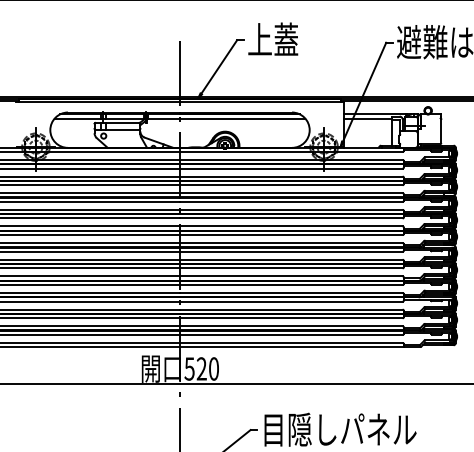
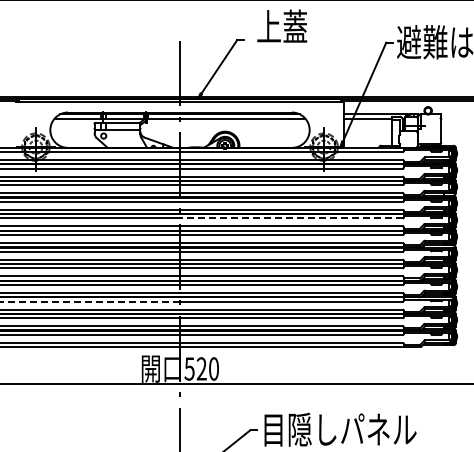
text at (273, 38) position: (273, 38) -> (282, 25)
line at (290, 218): solid -> dashed
line at (90, 301): solid -> dashed
